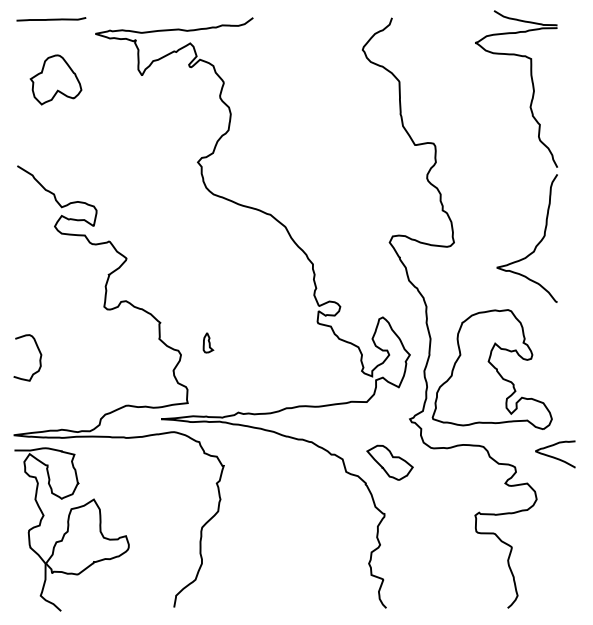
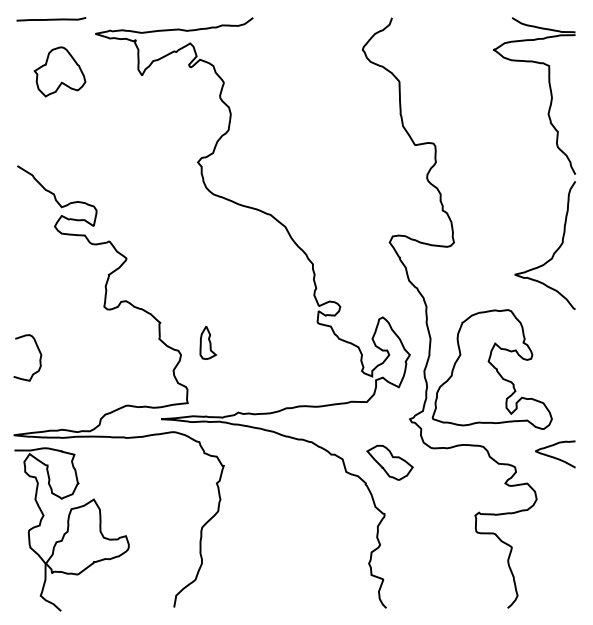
part at (55, 79) position: (55, 79) -> (59, 71)
part at (539, 141) position: (539, 141) -> (557, 148)
part at (208, 342) size: 13x22 px -> 19x34 px
